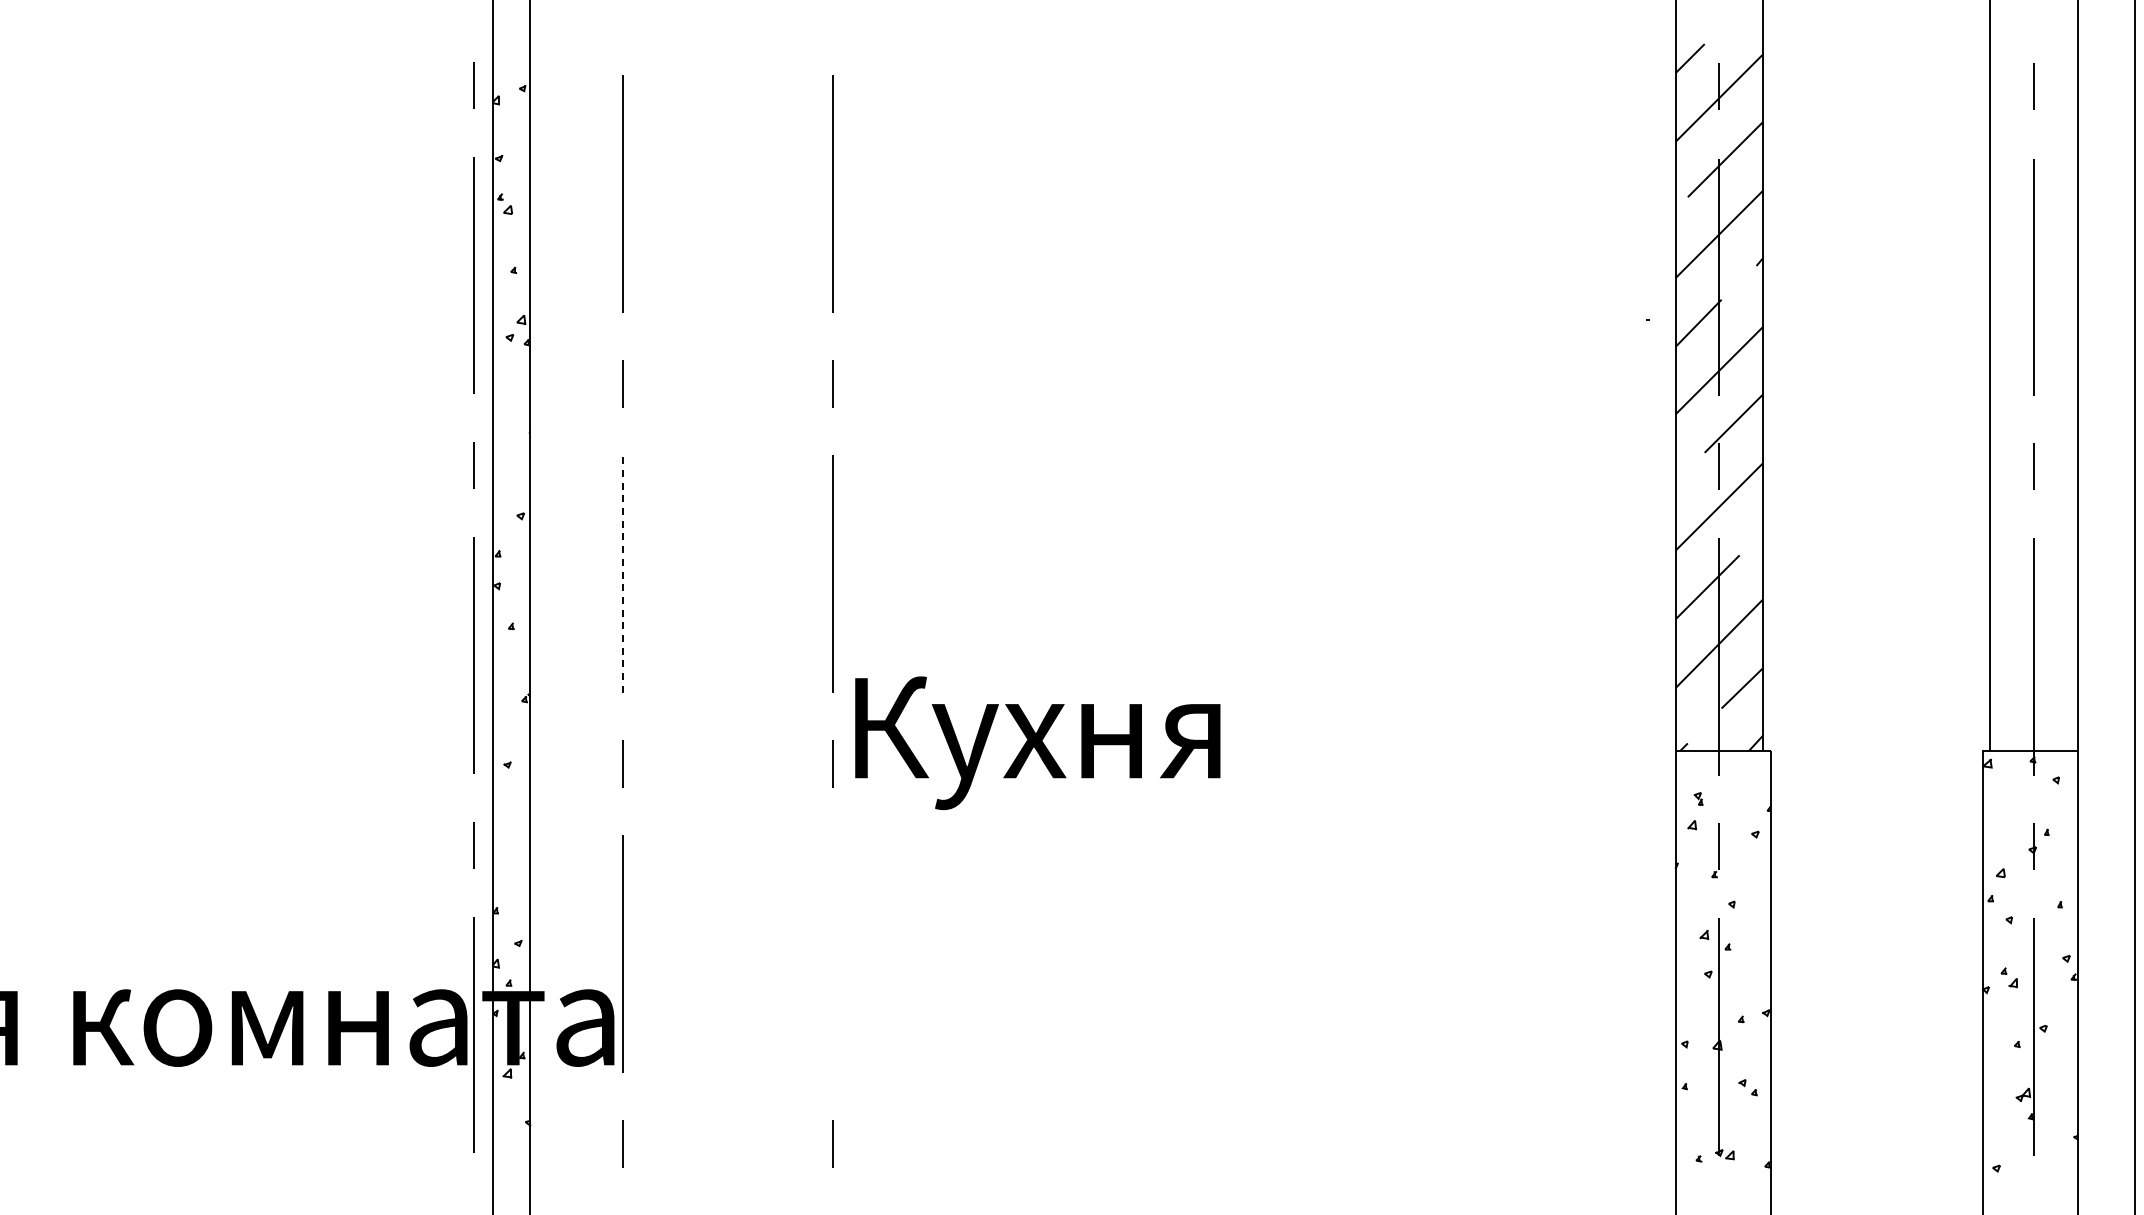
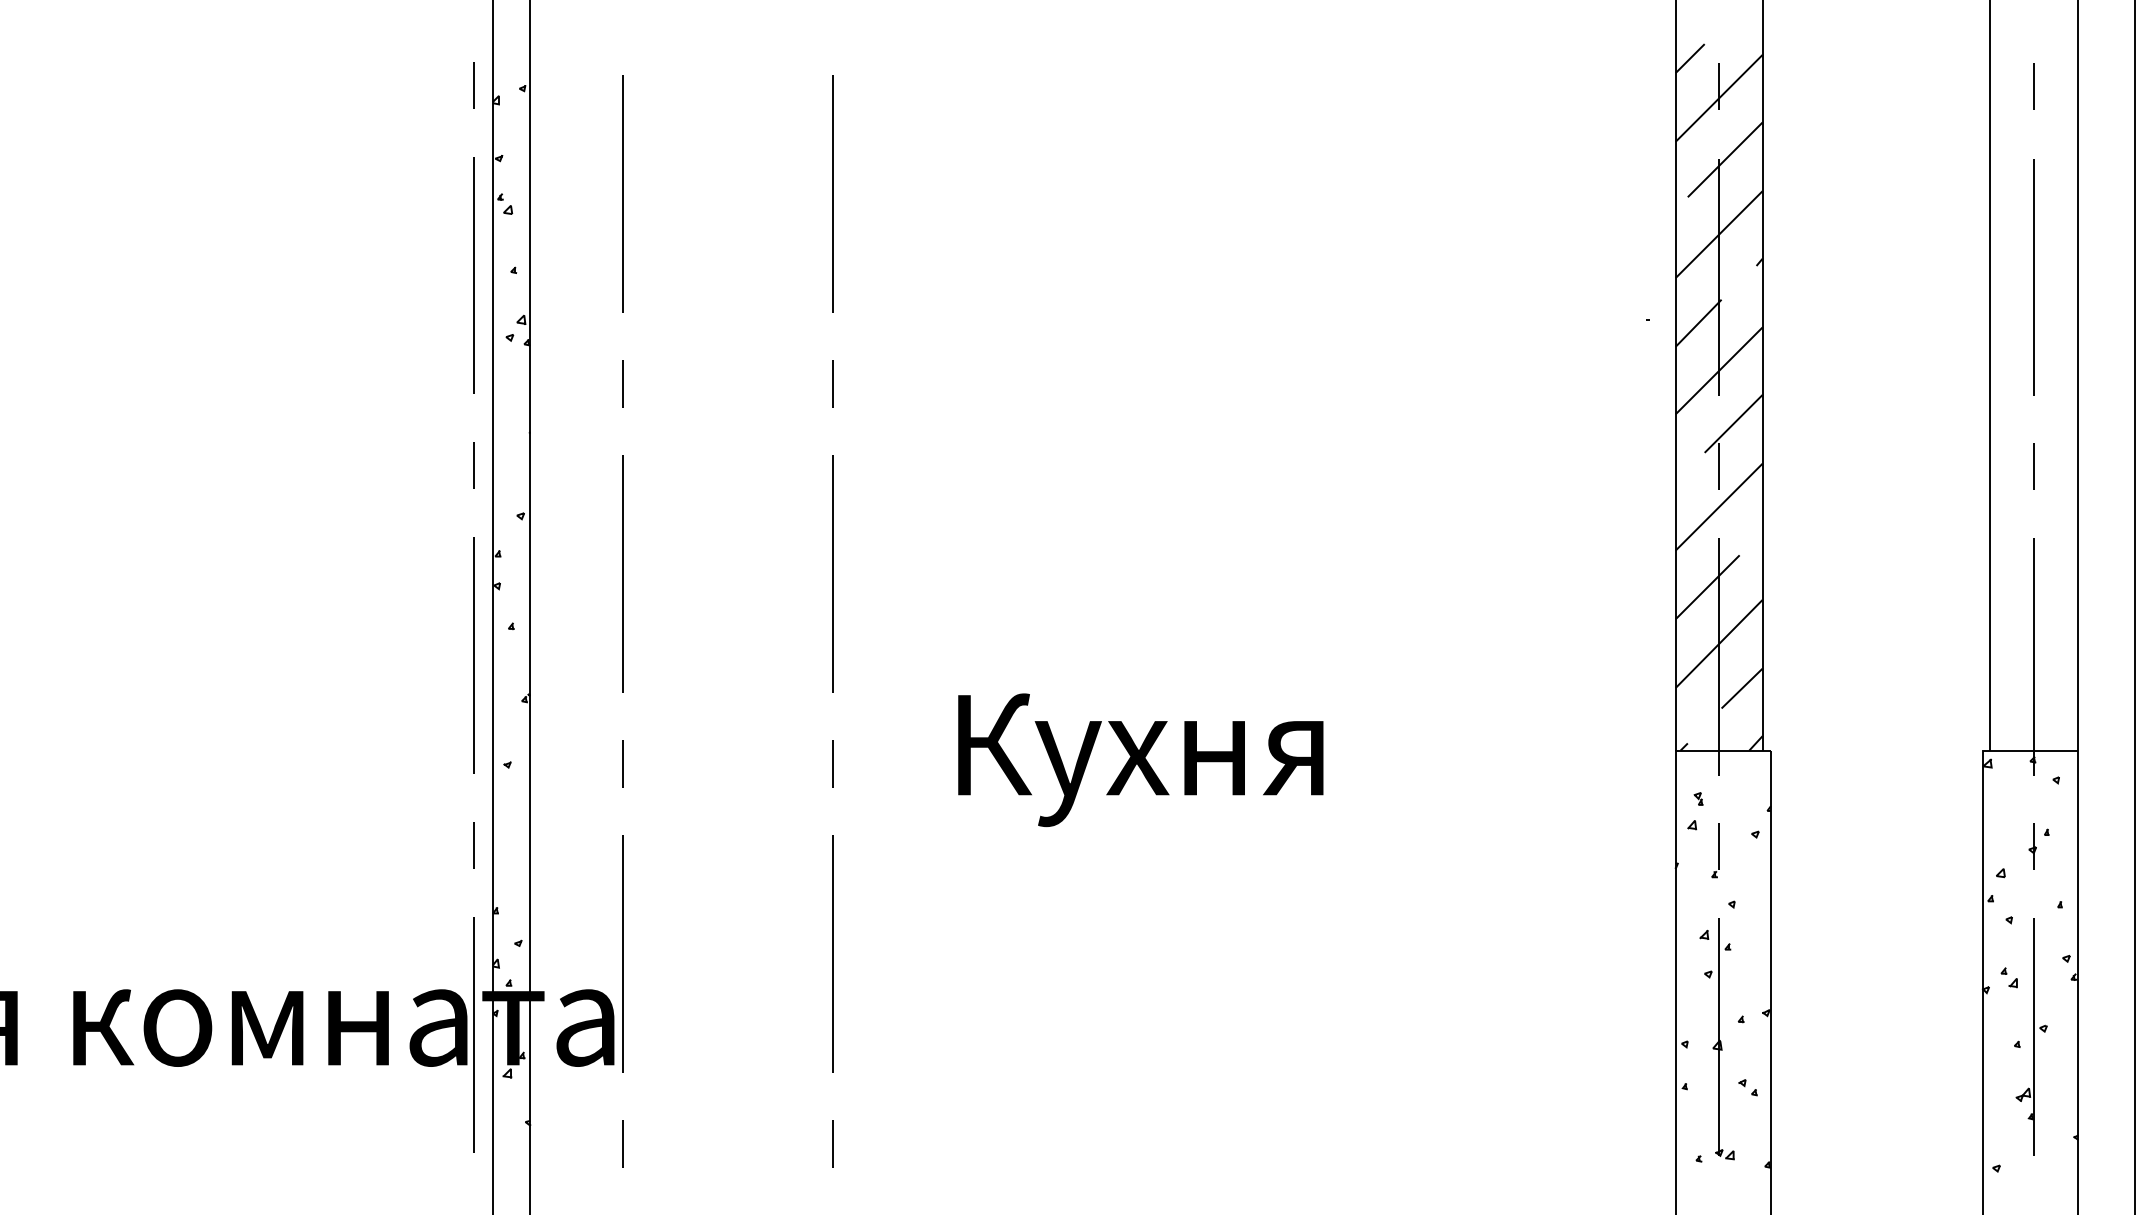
line at (623, 574): dashed -> solid
text at (1037, 743) position: (1037, 743) -> (1140, 760)
line at (832, 953): none -> present
